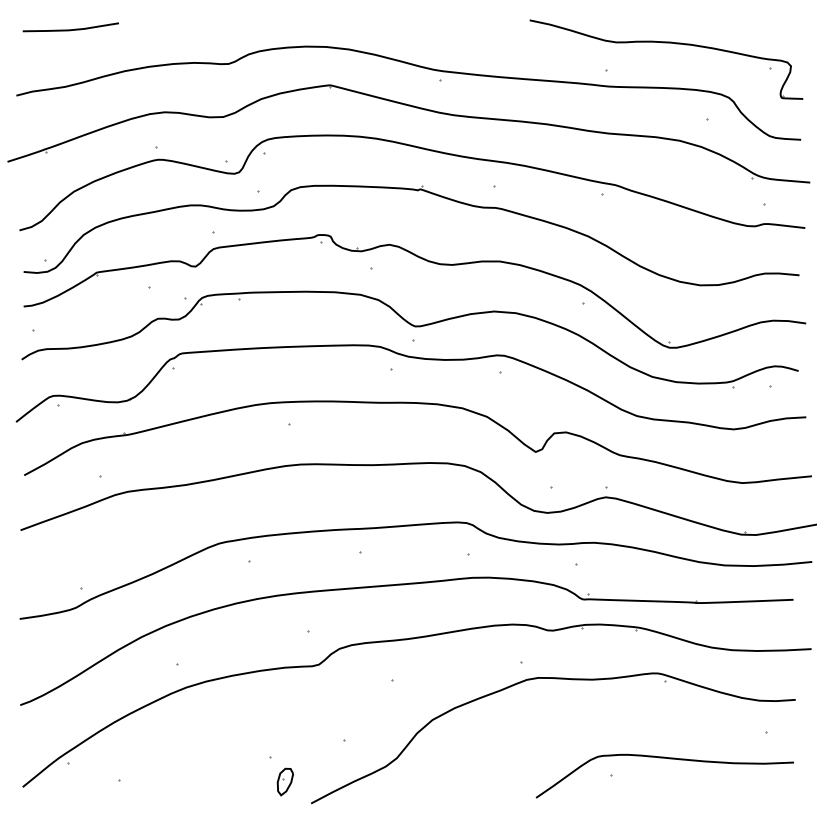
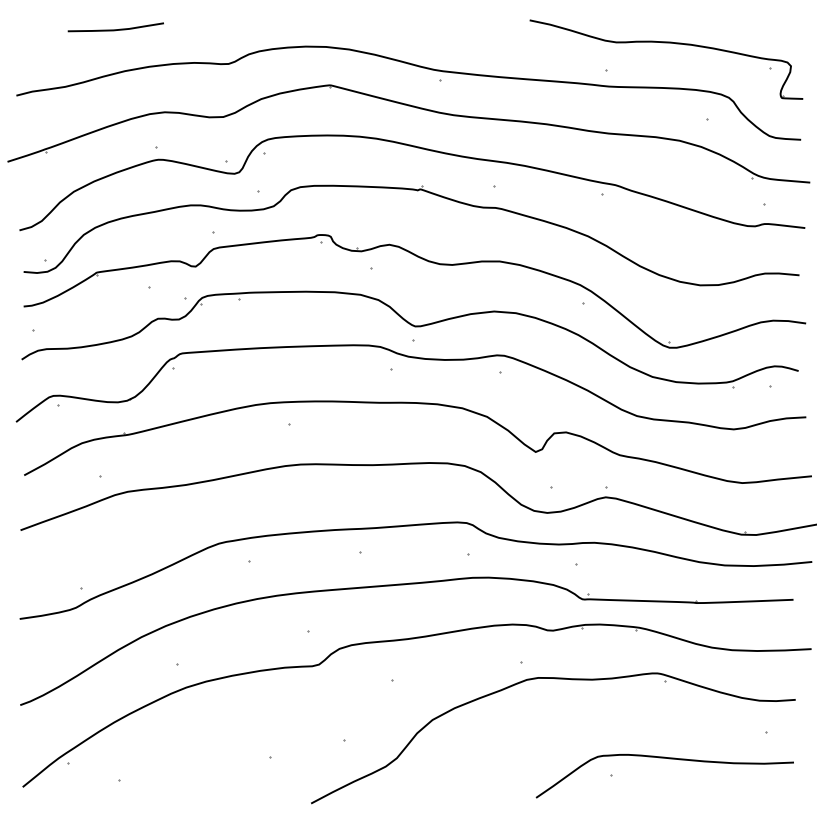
curve at (70, 29) position: (70, 29) -> (115, 29)
part at (284, 781): present -> none
